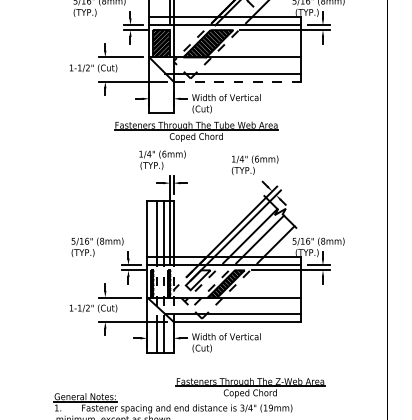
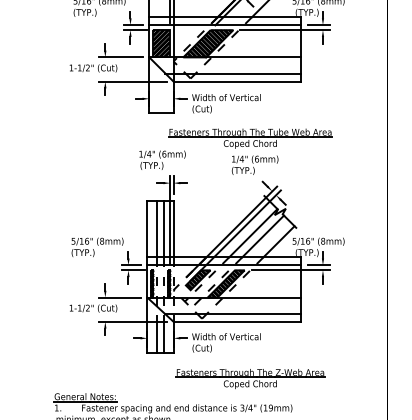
line at (237, 81): dashed -> solid
part at (196, 131) position: (196, 131) -> (250, 138)
hatch at (198, 279): none -> present
part at (250, 388) position: (250, 388) -> (250, 379)
